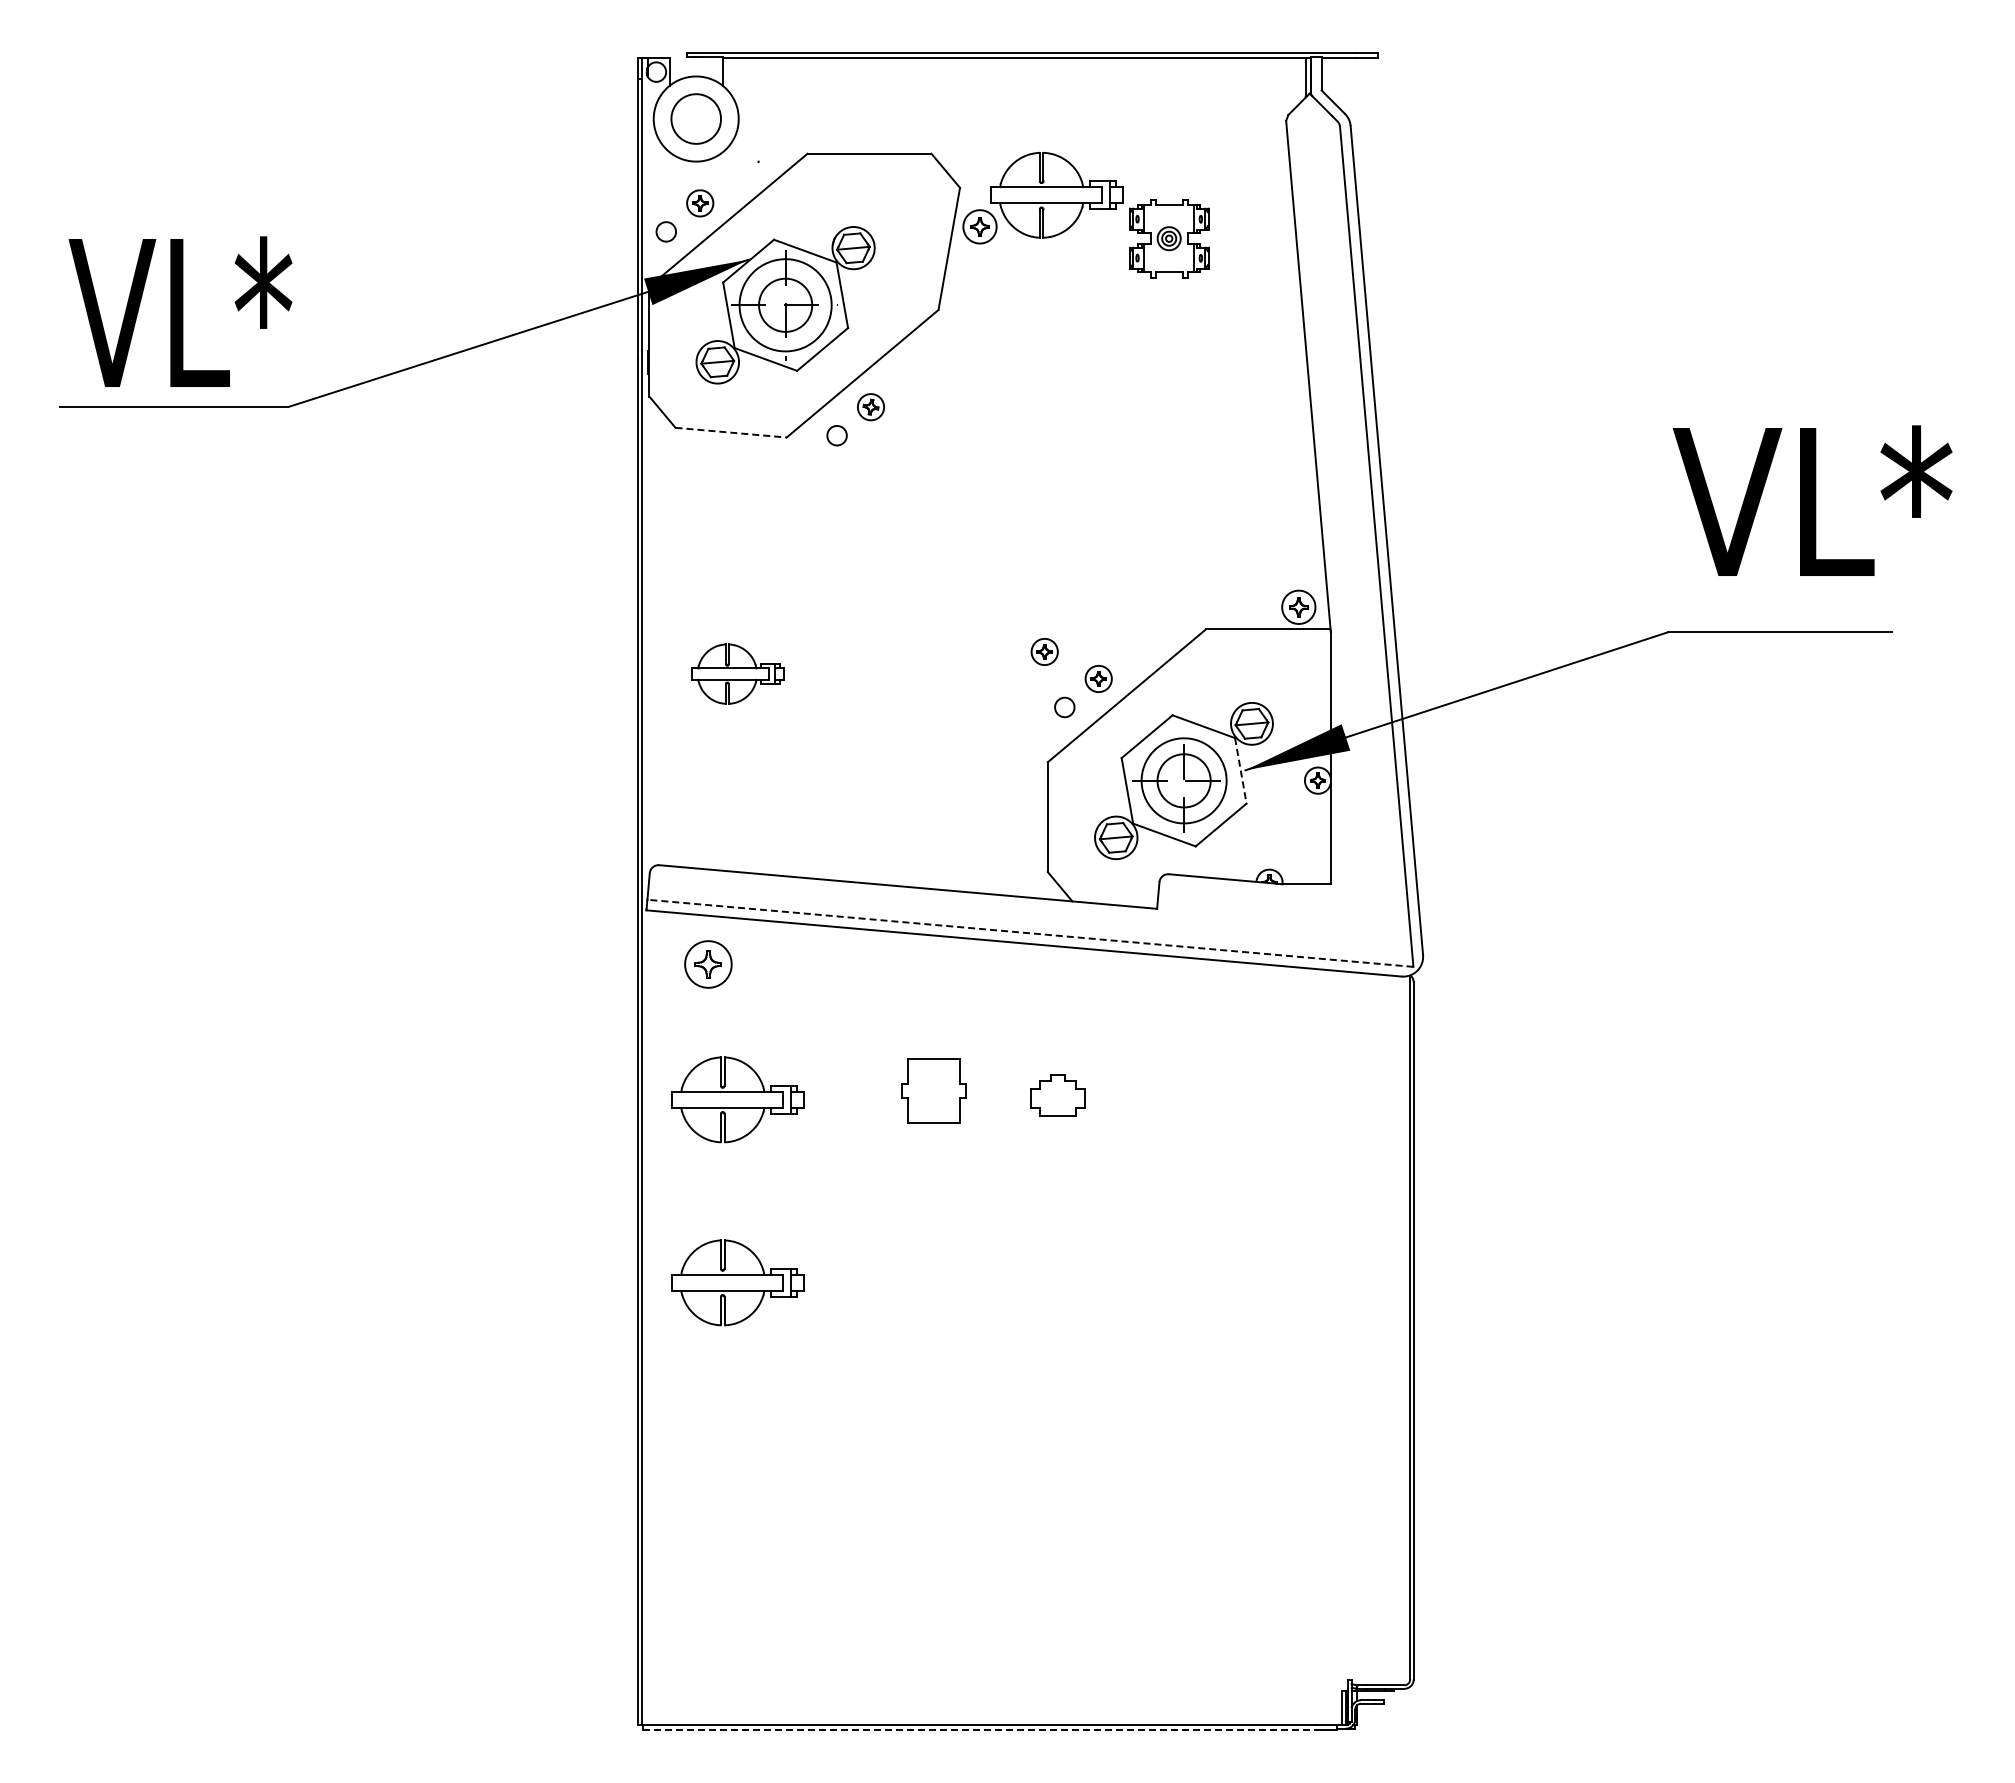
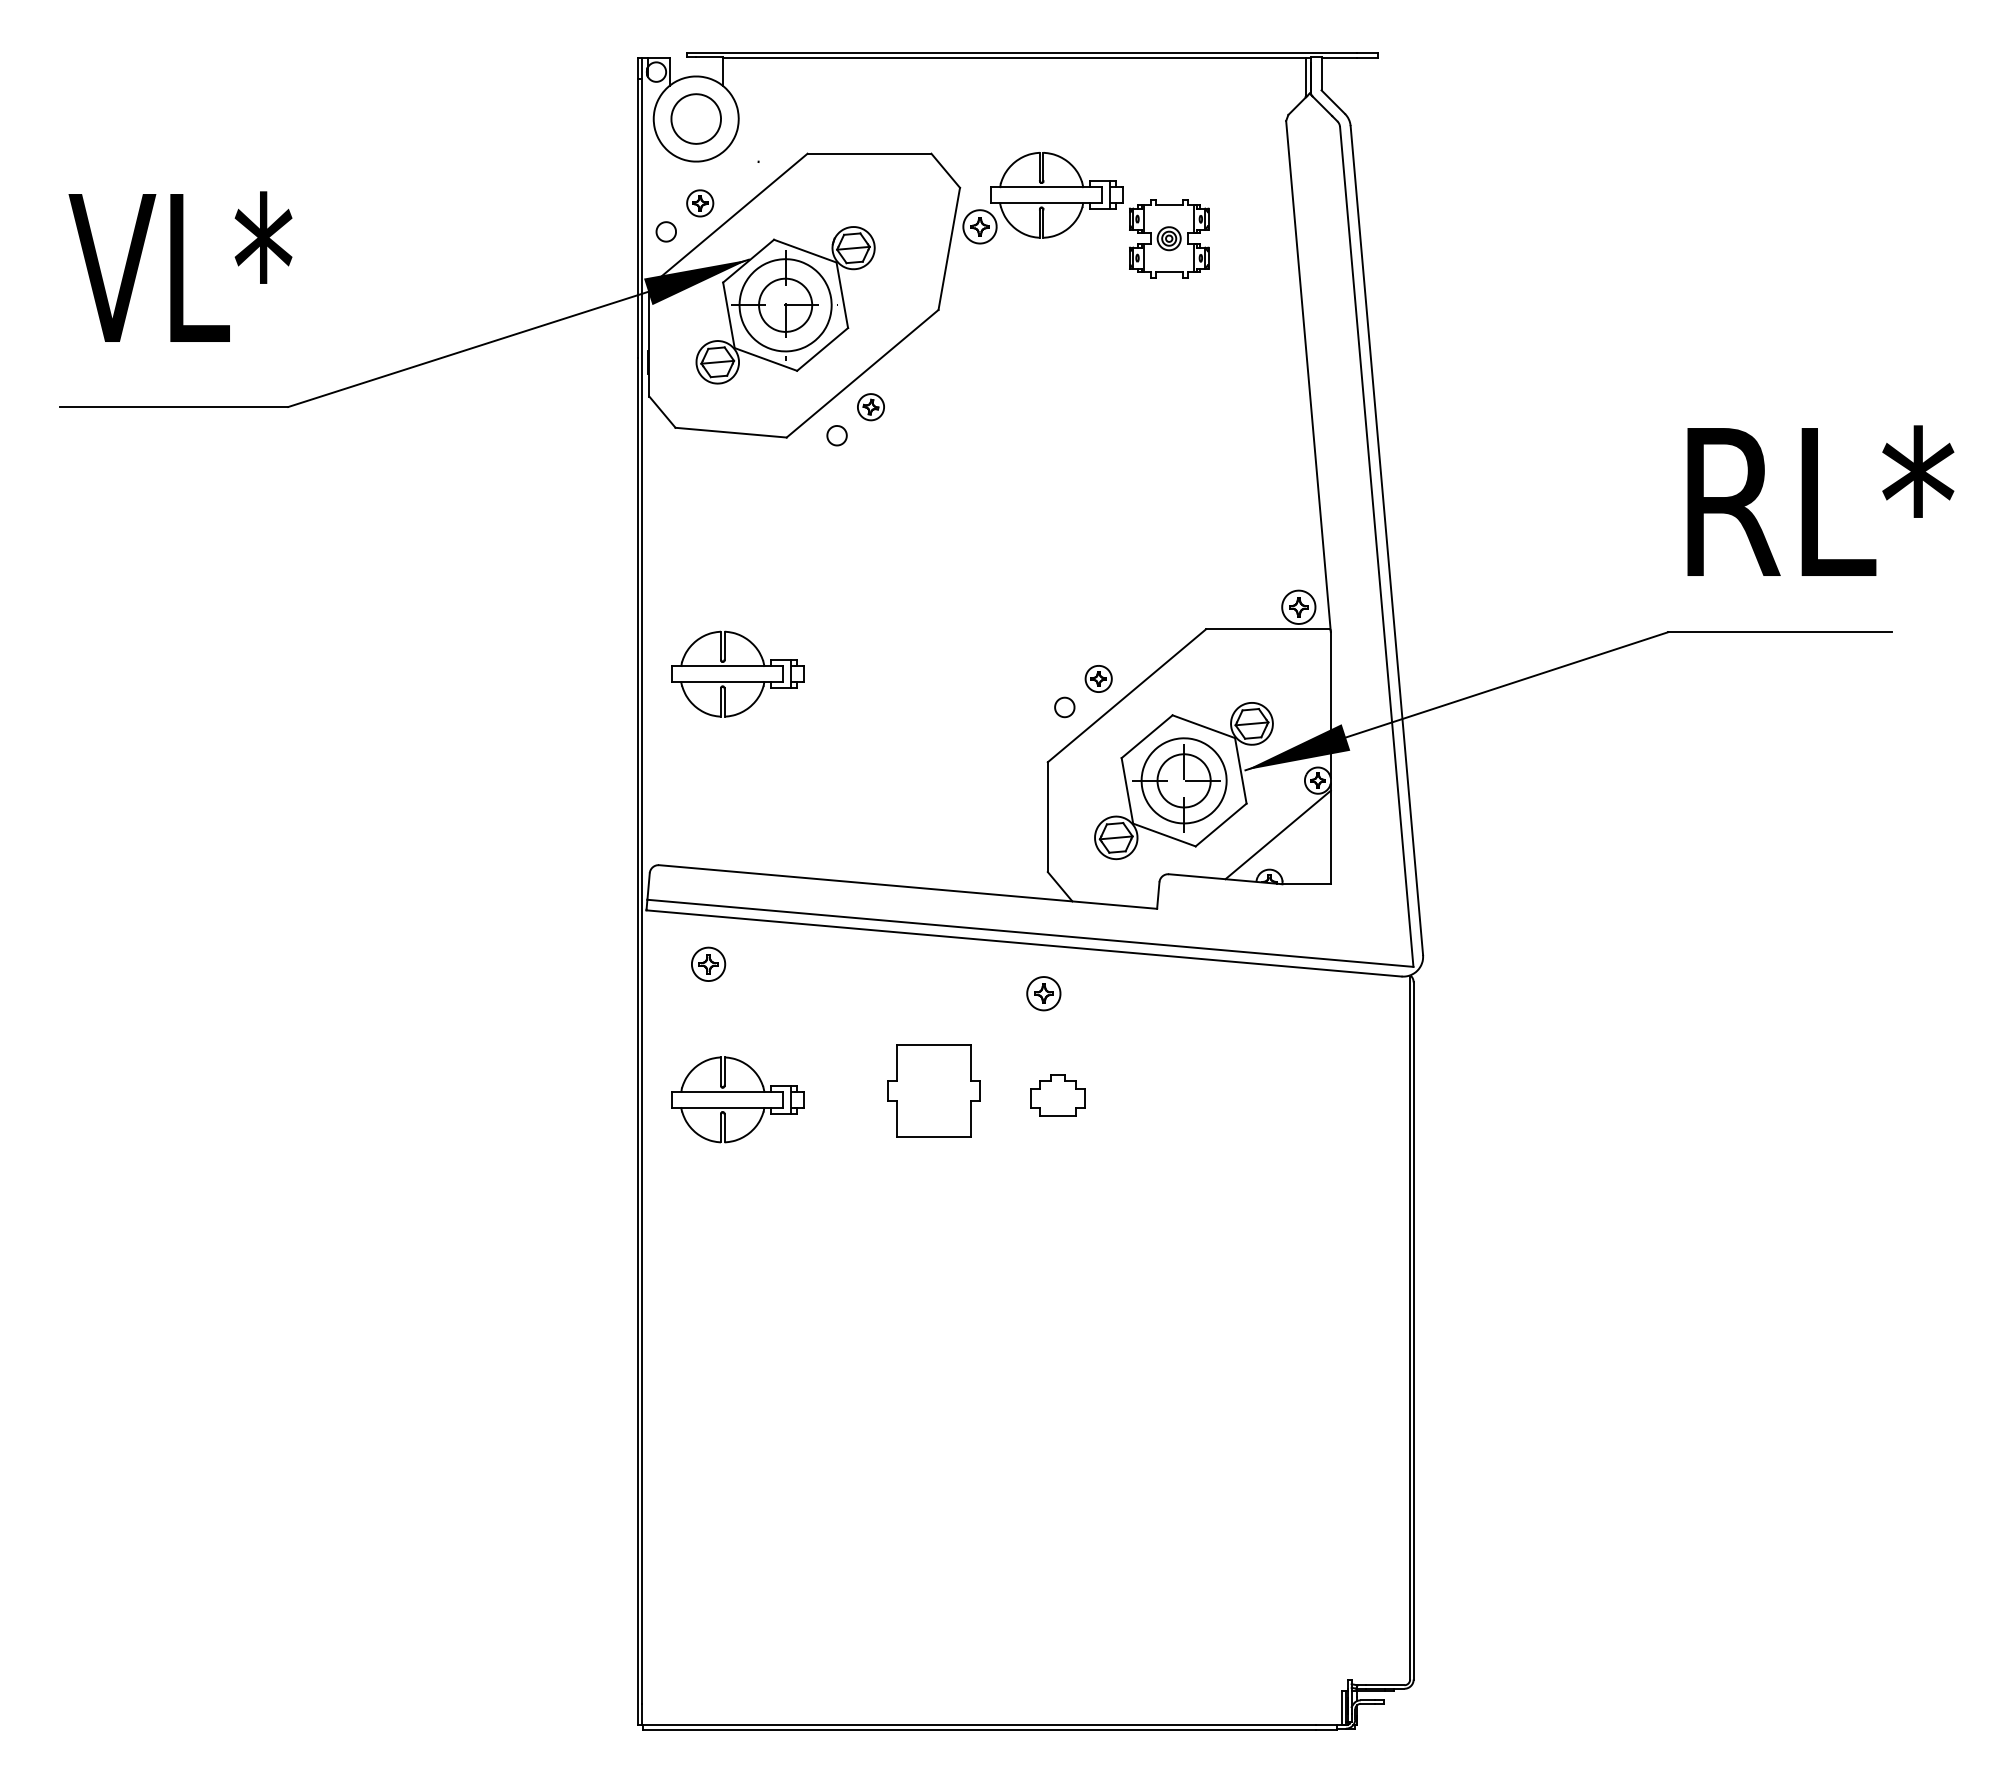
text at (180, 311) position: (180, 311) -> (180, 266)
line at (731, 432): dashed -> solid
text at (1813, 500): VL* -> RL*
part at (1044, 651): present -> none
part at (737, 673) size: 94x62 px -> 134x88 px
line at (1240, 771): dashed -> solid
line at (1277, 834): none -> present
line at (1029, 933): dashed -> solid
part at (708, 964) size: 49x49 px -> 36x36 px
part at (1043, 993): none -> present
part at (933, 1090) size: 66x66 px -> 94x94 px
part at (737, 1282): present -> none
line at (979, 1729): dashed -> solid
